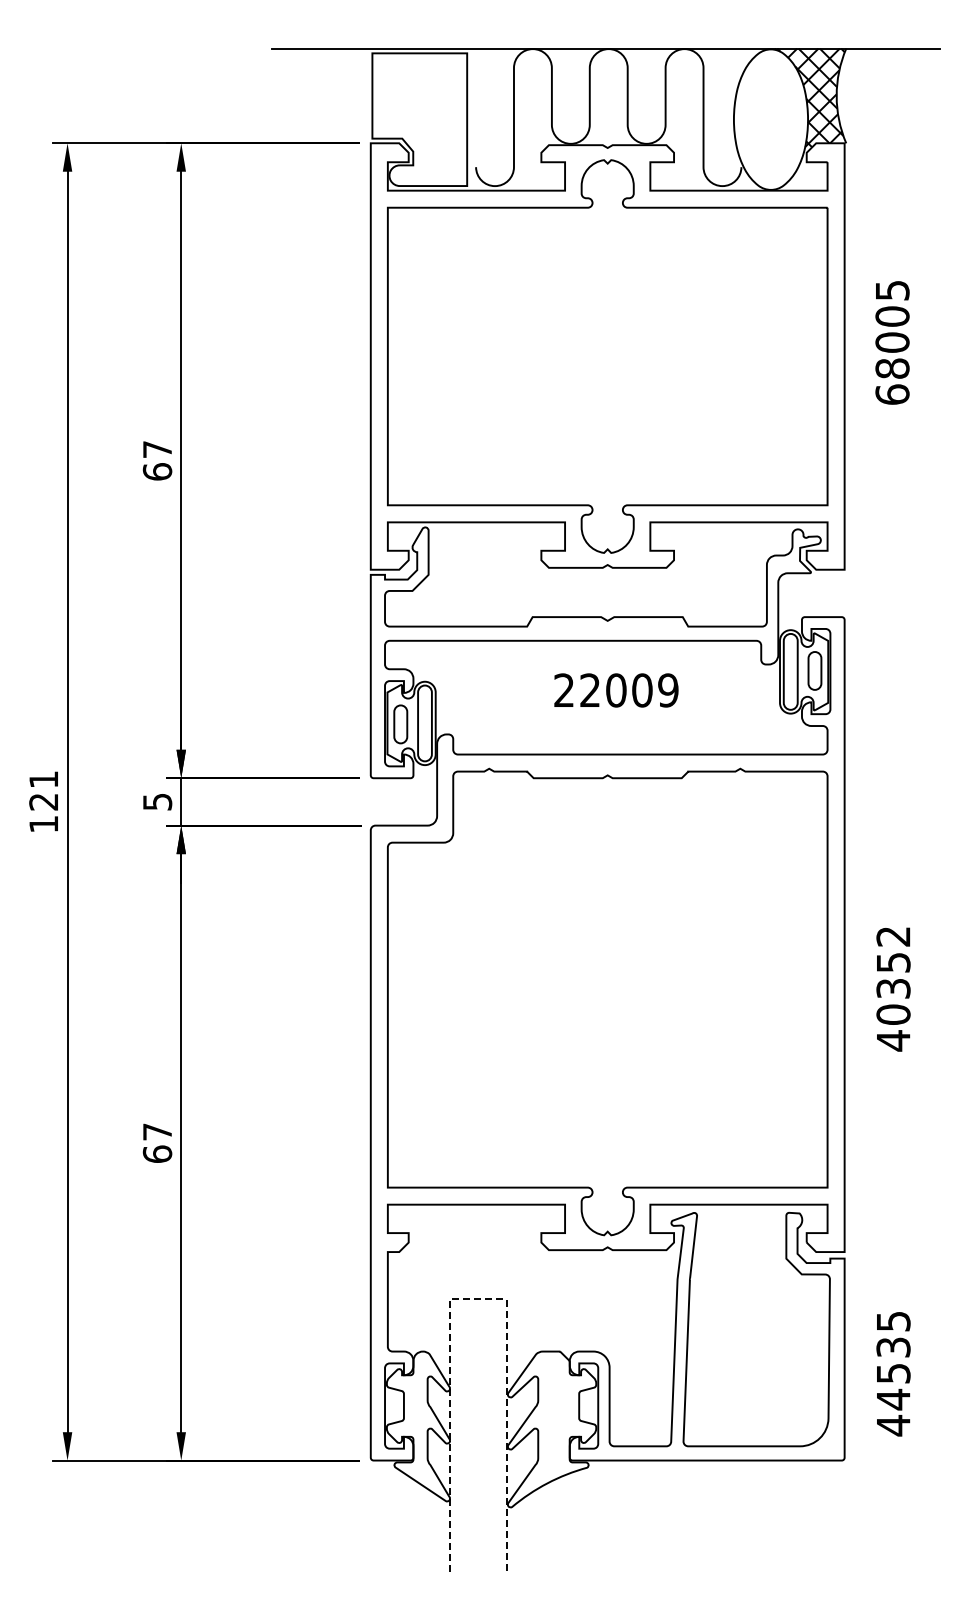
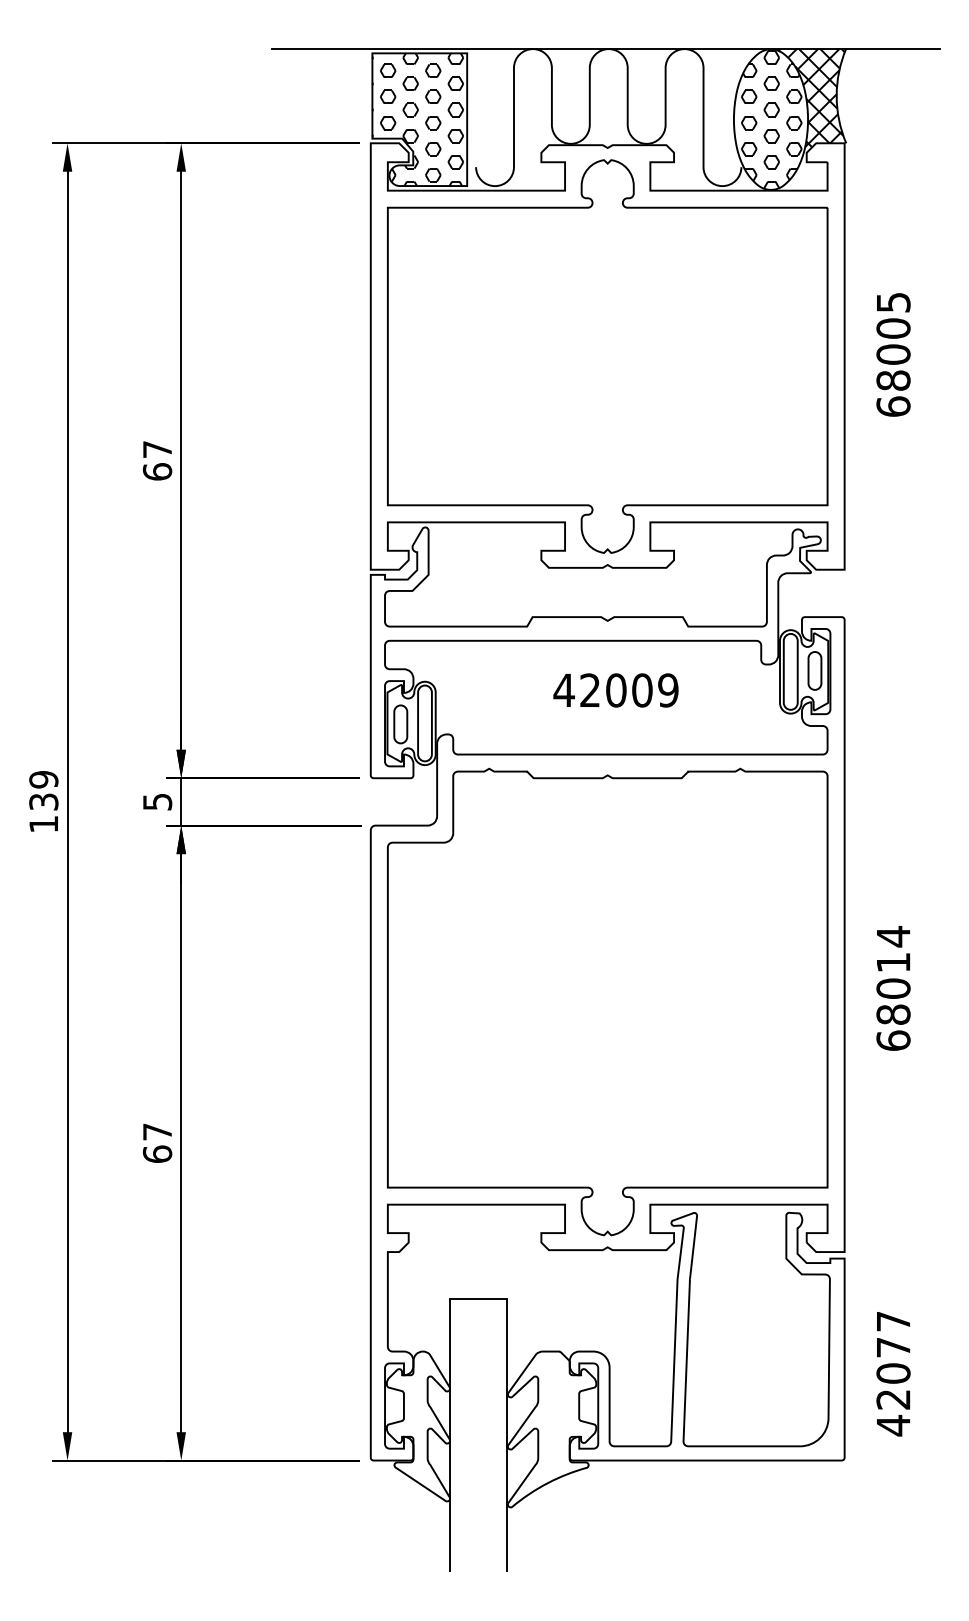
hatch at (417, 119): none -> present
hatch at (771, 119): none -> present
text at (892, 342) position: (892, 342) -> (893, 354)
text at (563, 689): 22009 -> 42009
text at (43, 790): 121 -> 139
text at (893, 988): 40352 -> 68014
line at (479, 1299): dashed -> solid
text at (893, 1361): 44535 -> 42077
